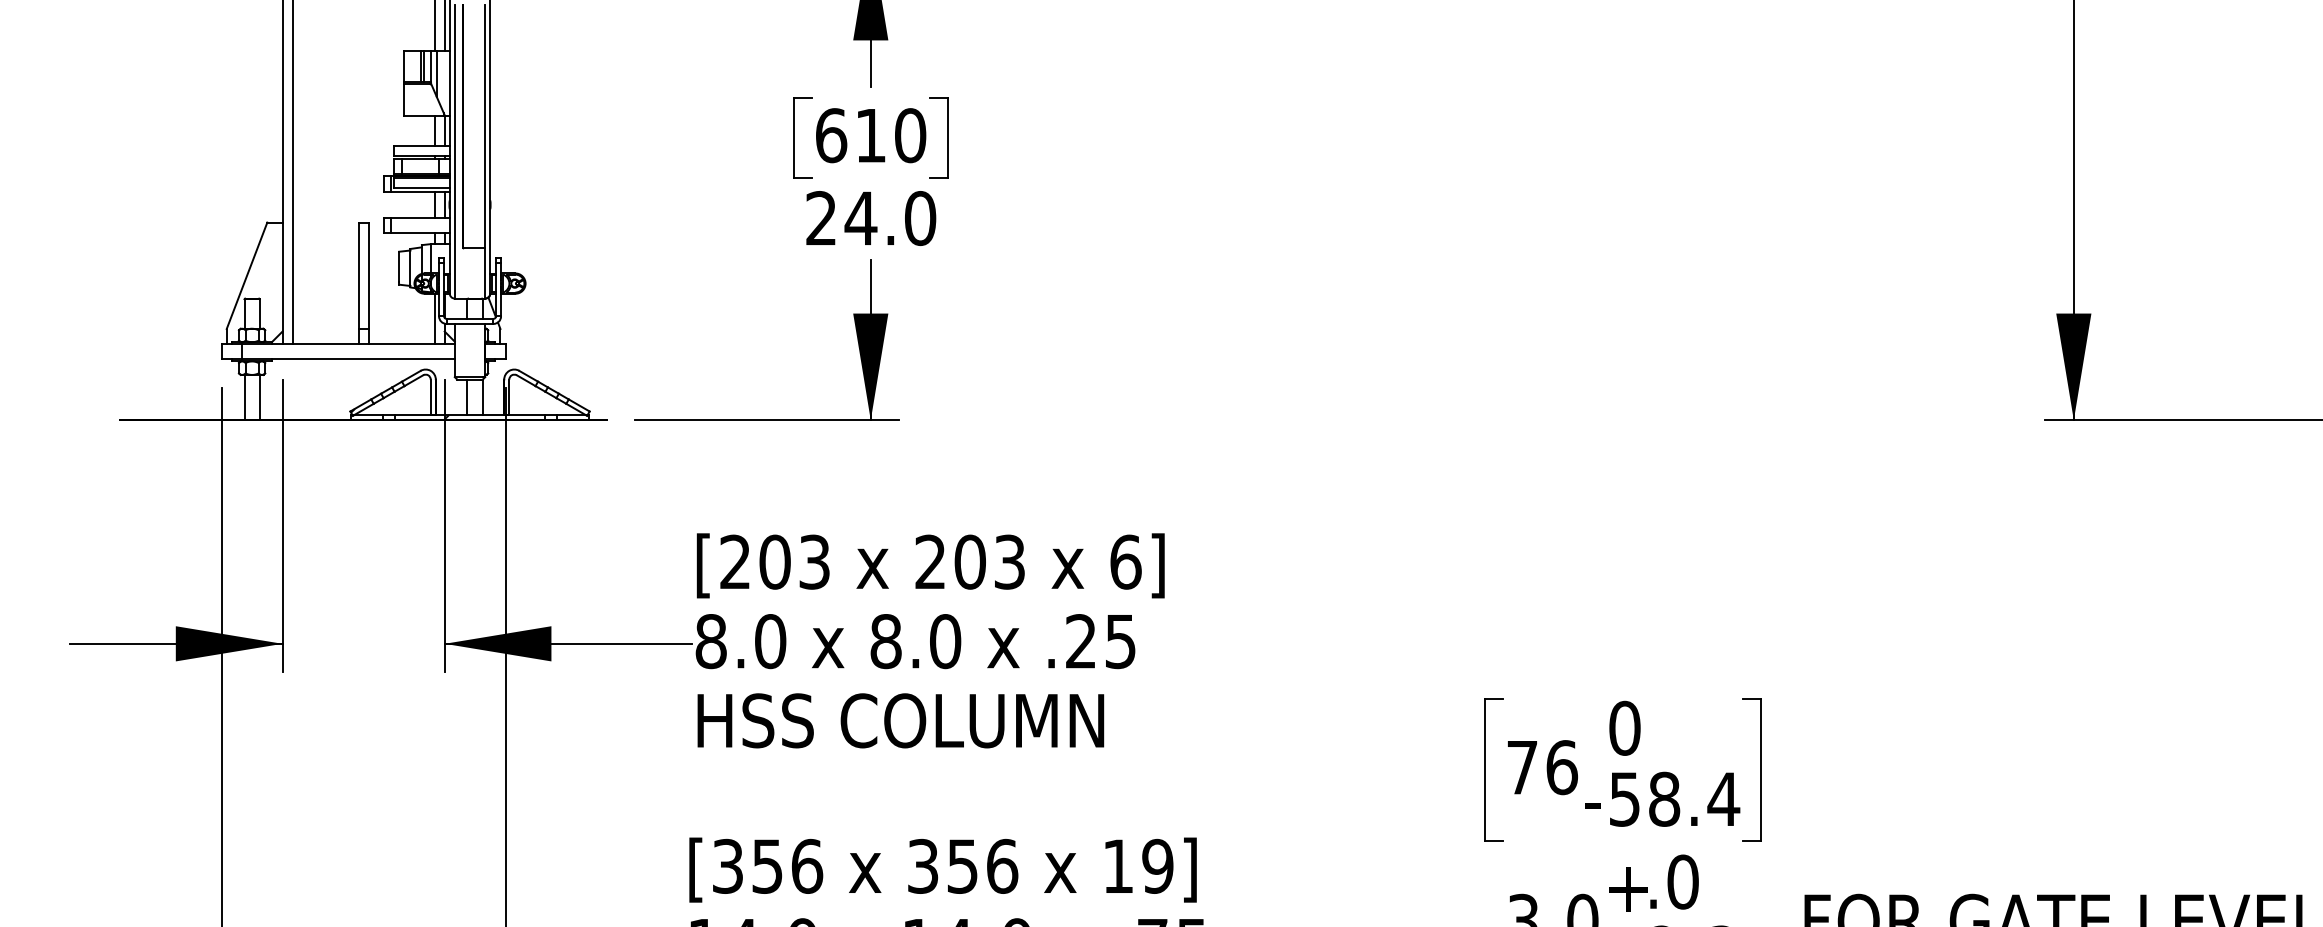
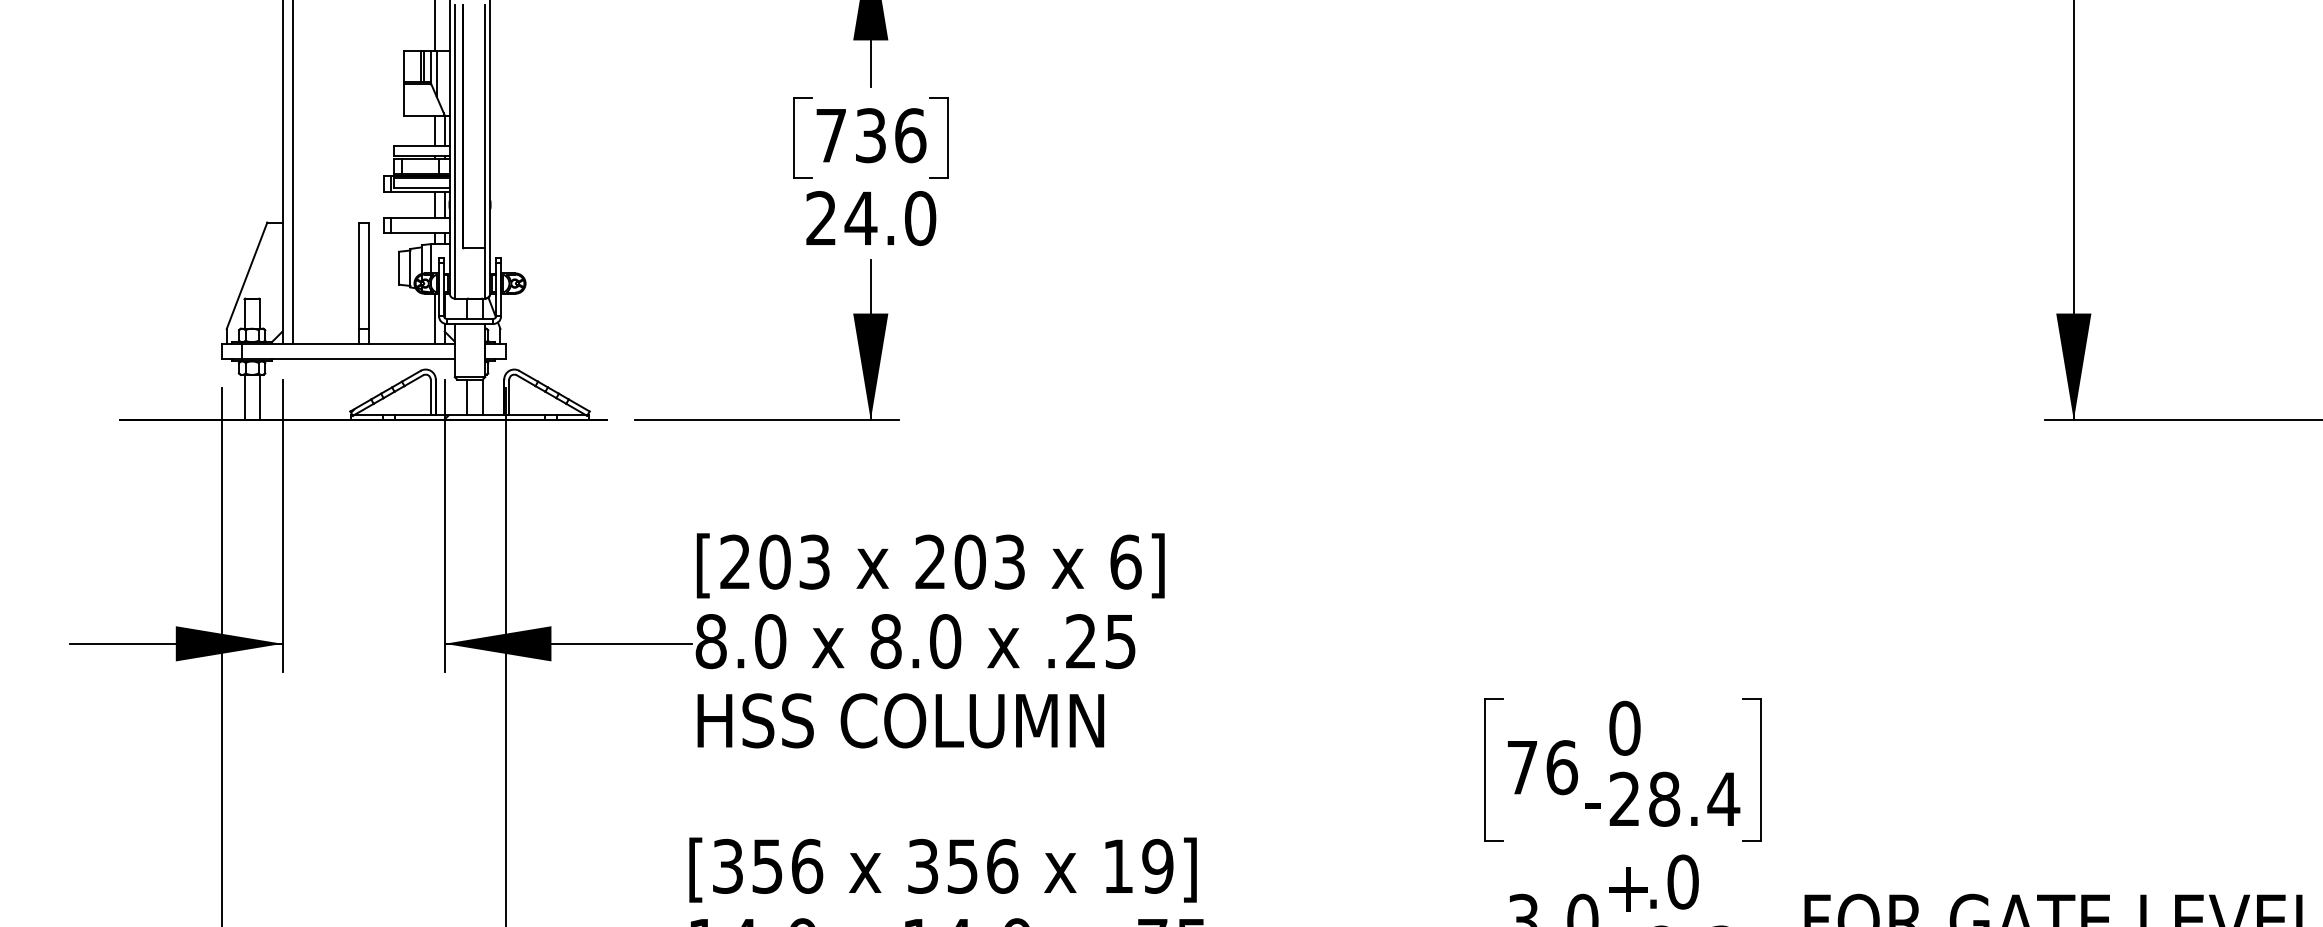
line at (444, 26): present -> none
text at (871, 135): 610 -> 736
text at (1624, 798): 58.4 -> 28.4
